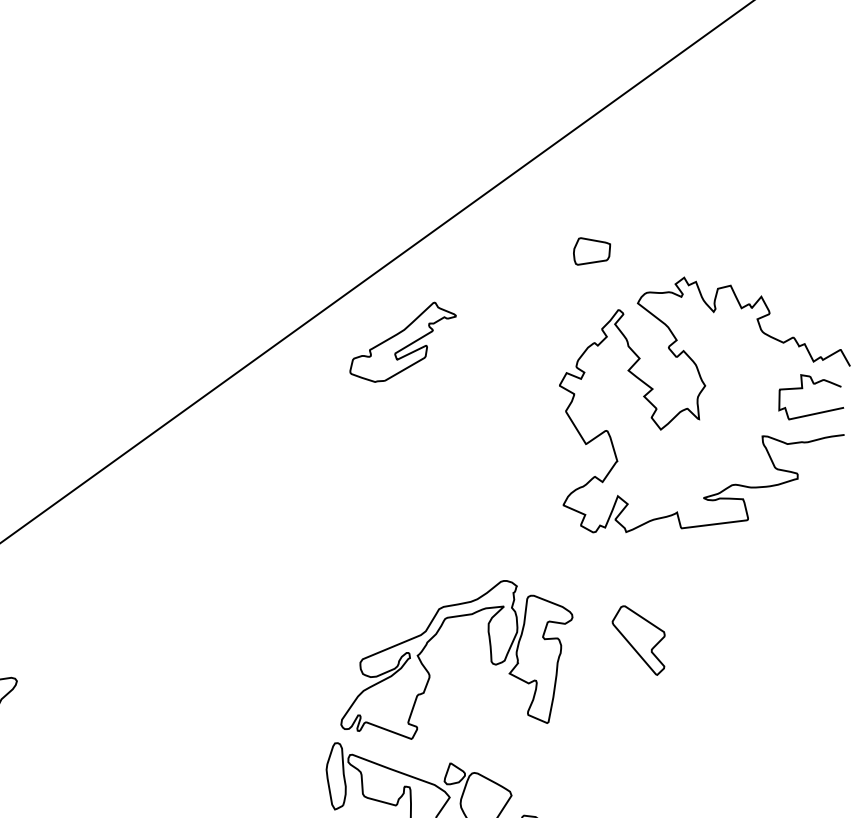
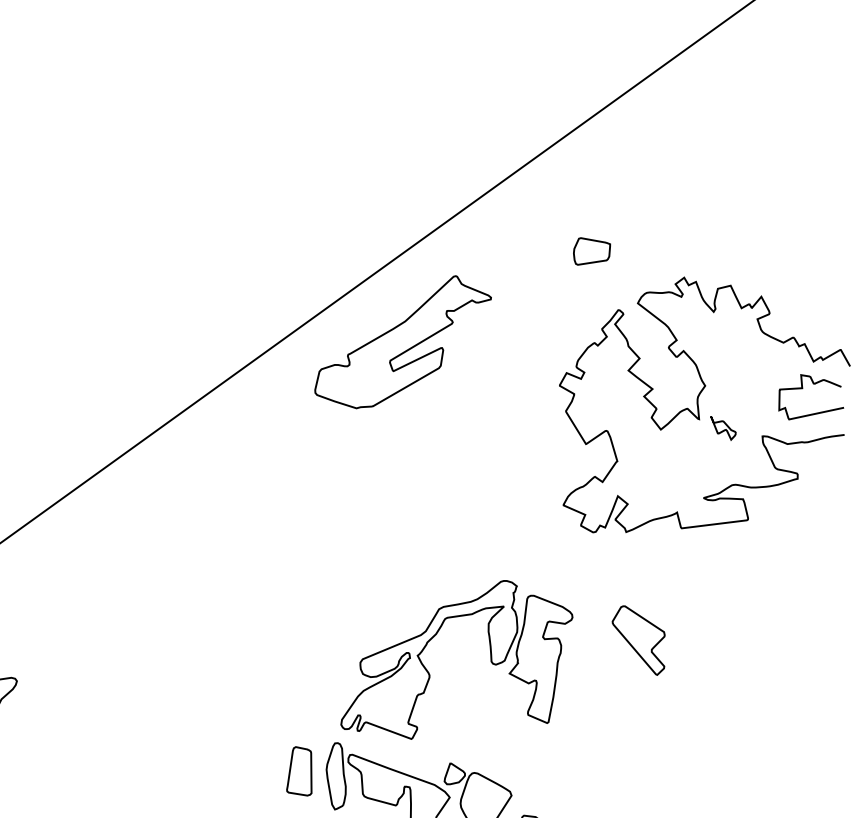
part at (402, 341) size: 108x82 px -> 178x135 px
part at (723, 428): none -> present
part at (299, 771): none -> present
